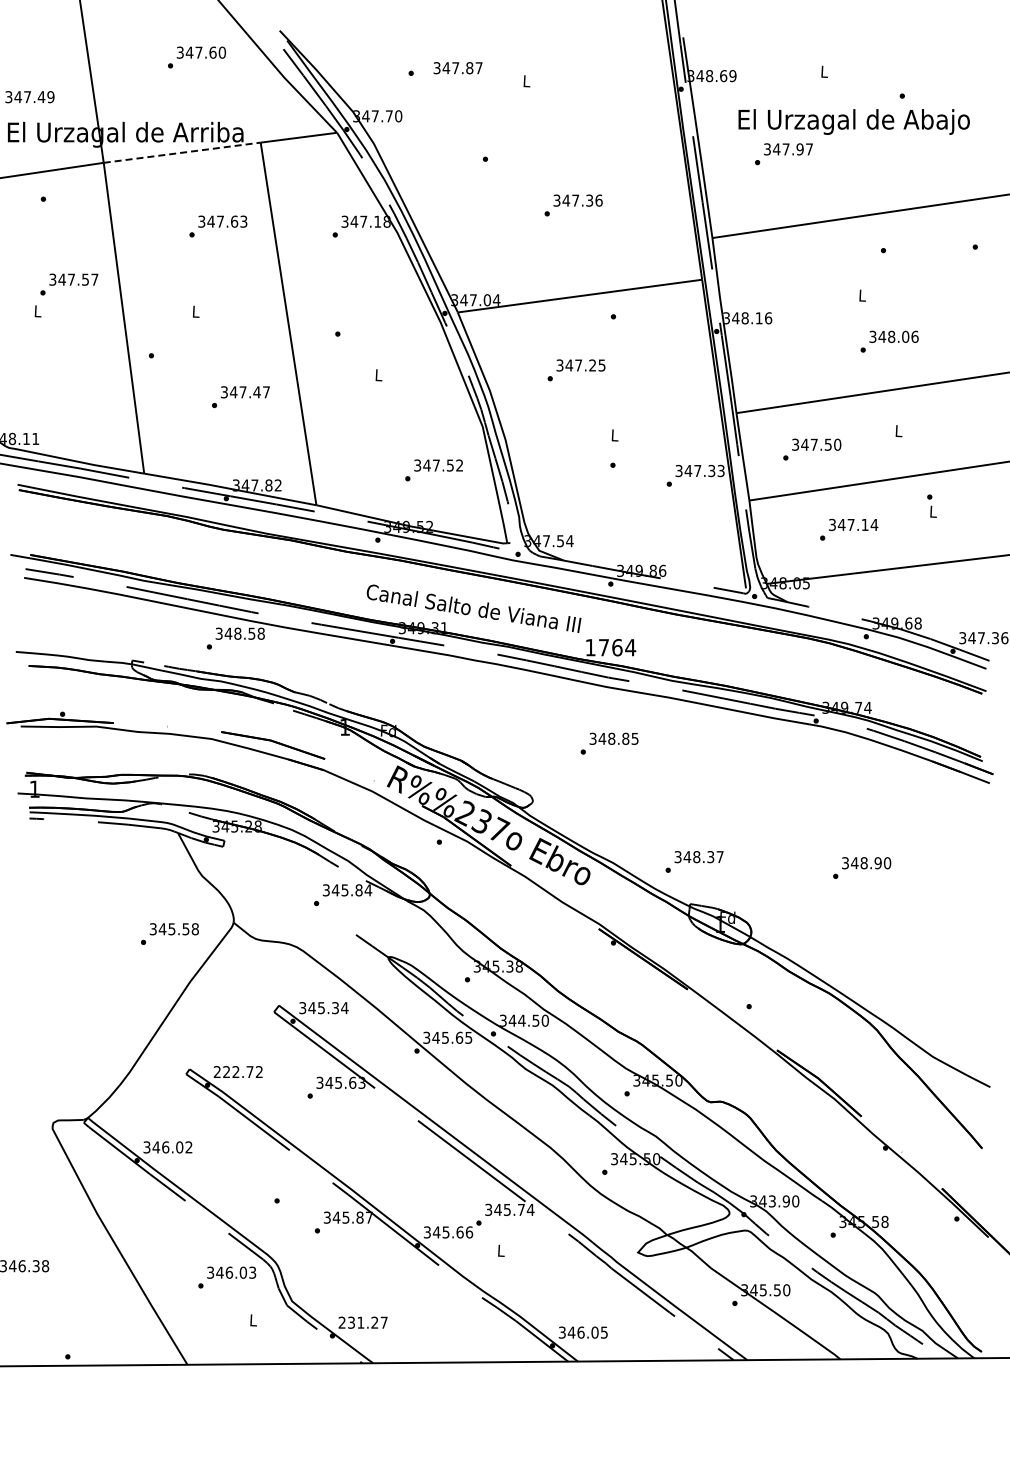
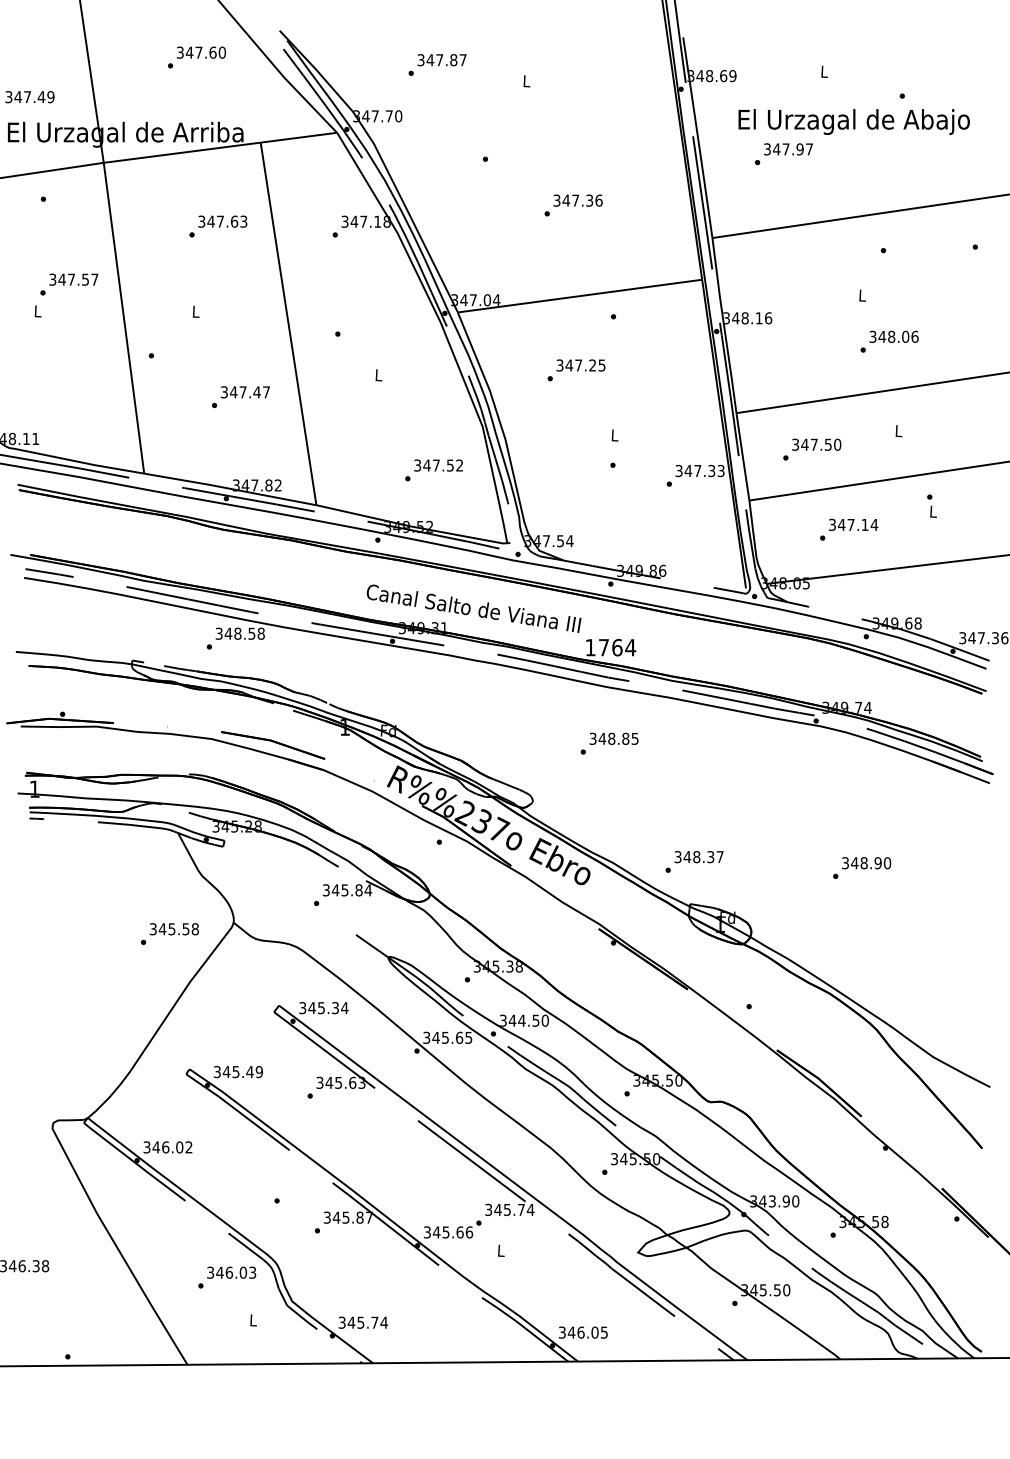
text at (457, 68) position: (457, 68) -> (441, 60)
line at (182, 152): dashed -> solid
text at (237, 1072): 222.72 -> 345.49
text at (363, 1322): 231.27 -> 345.74
